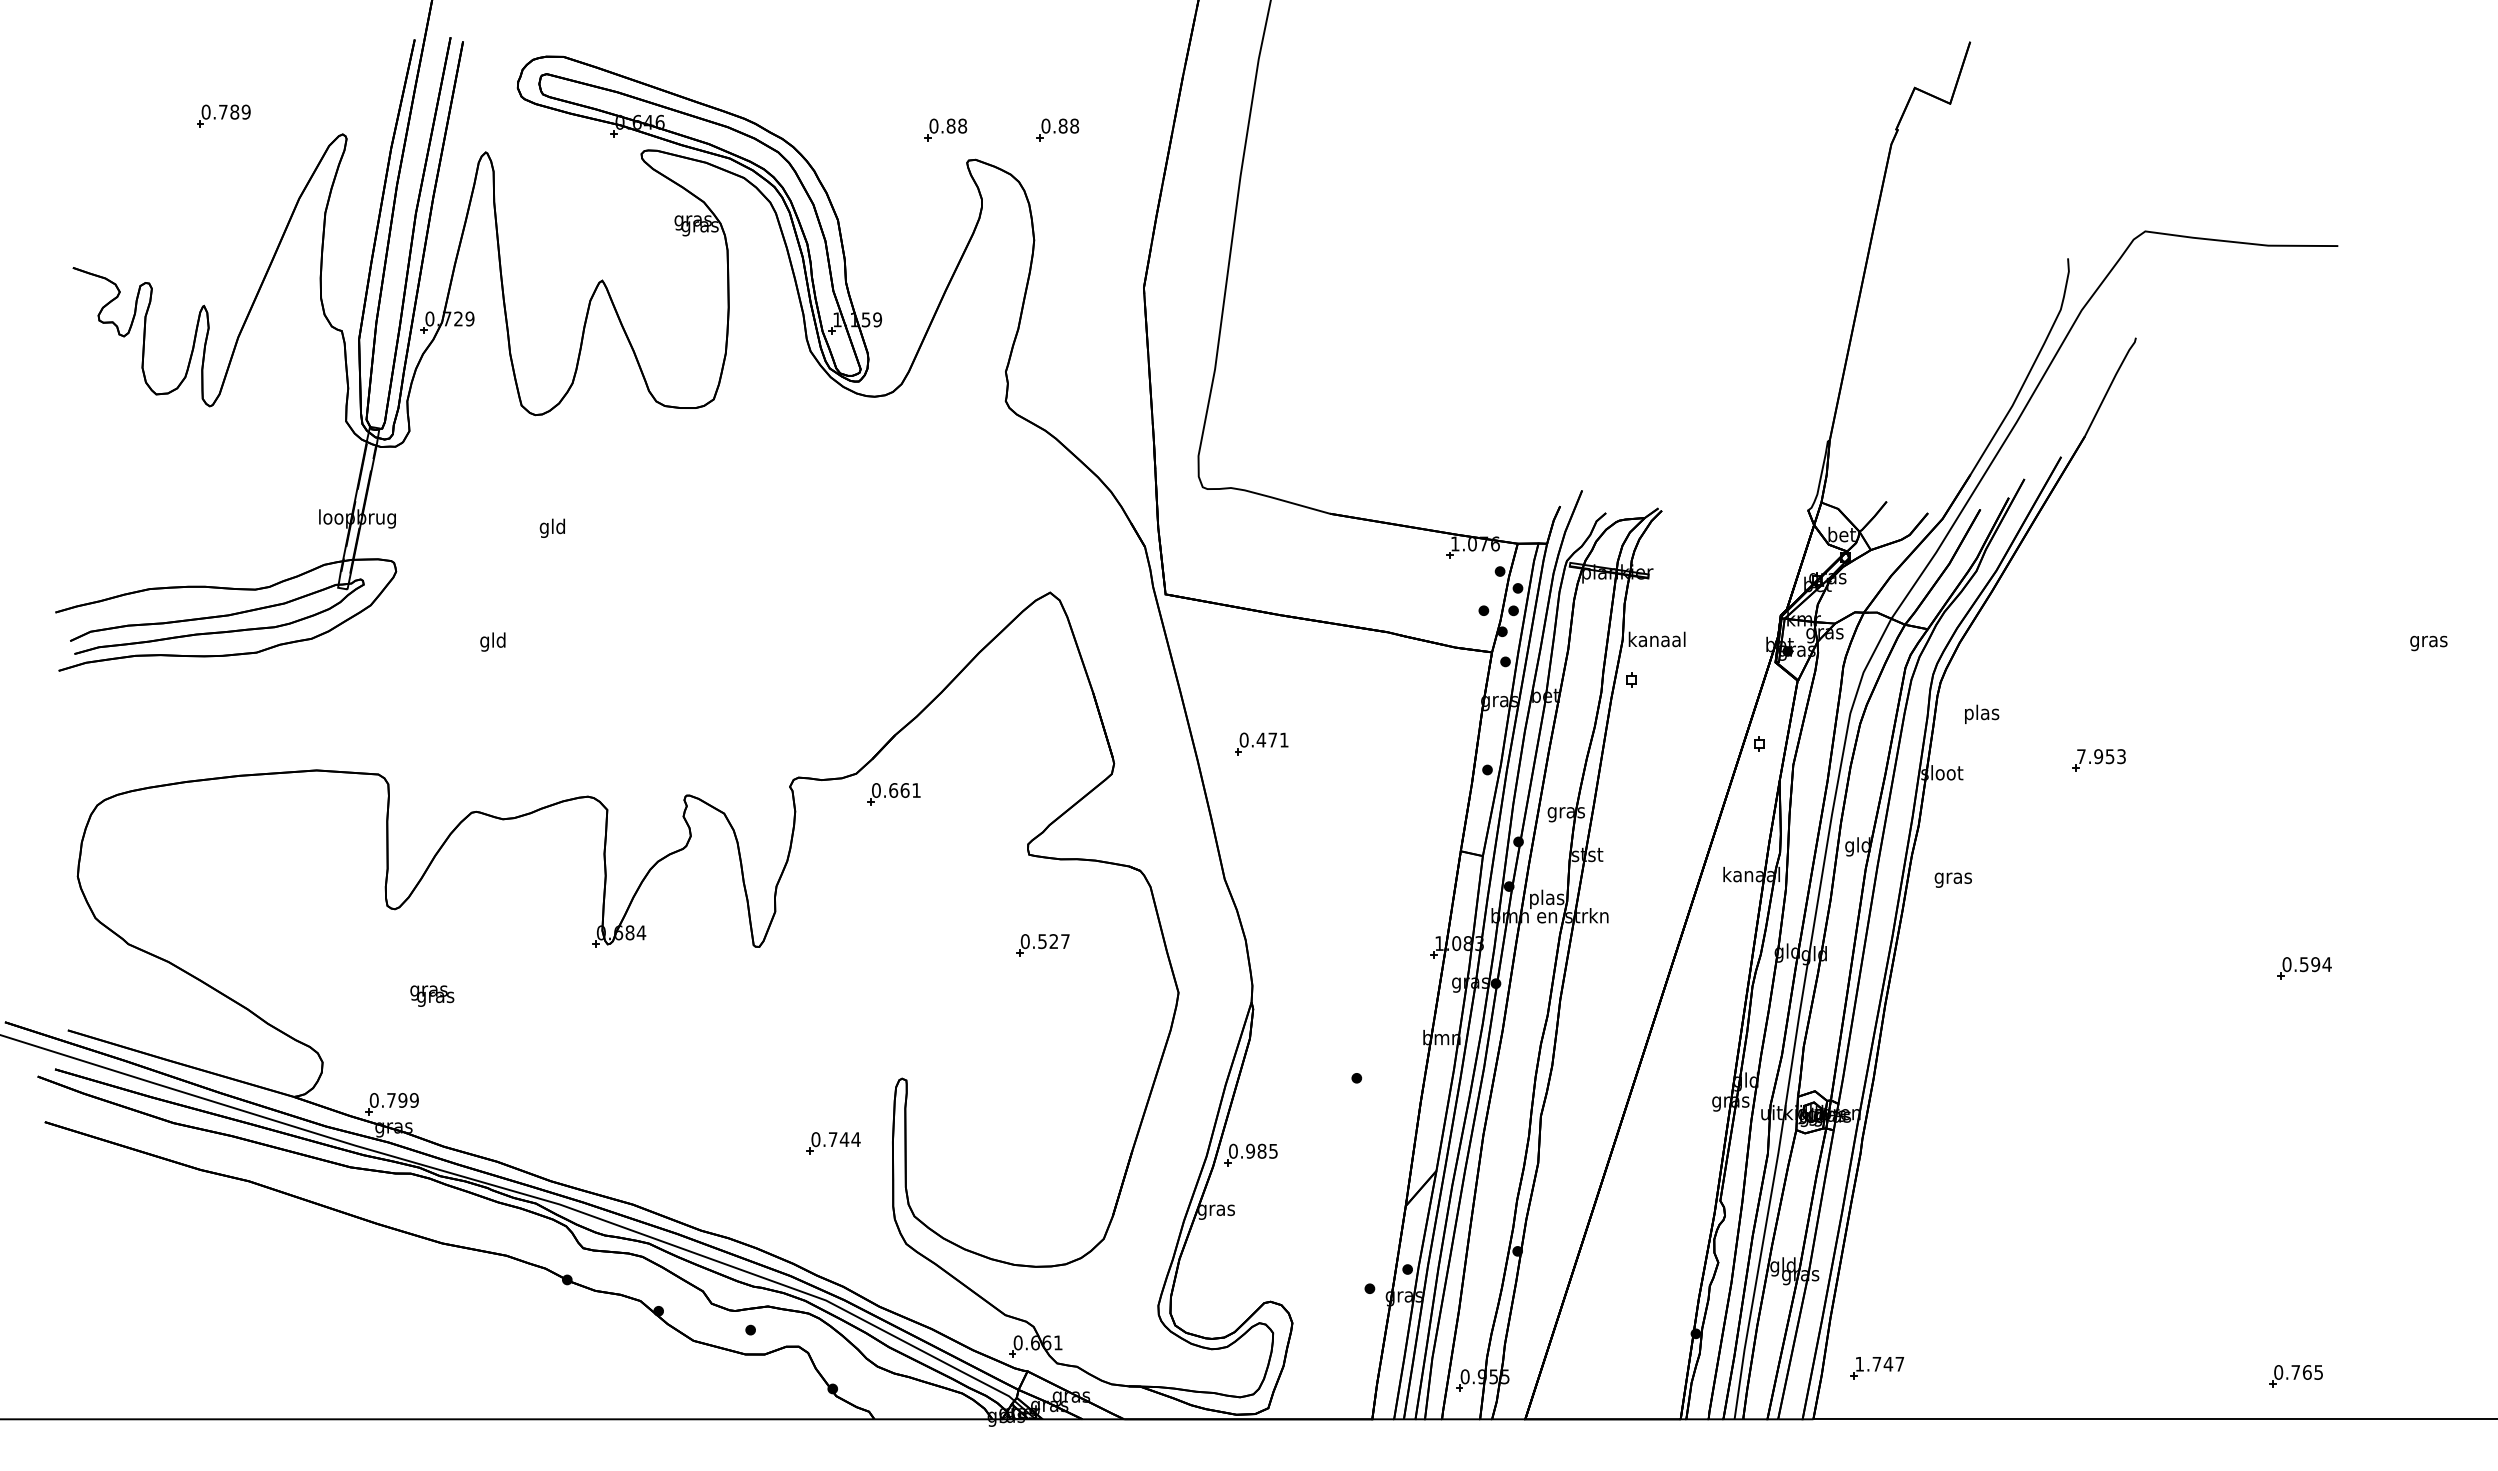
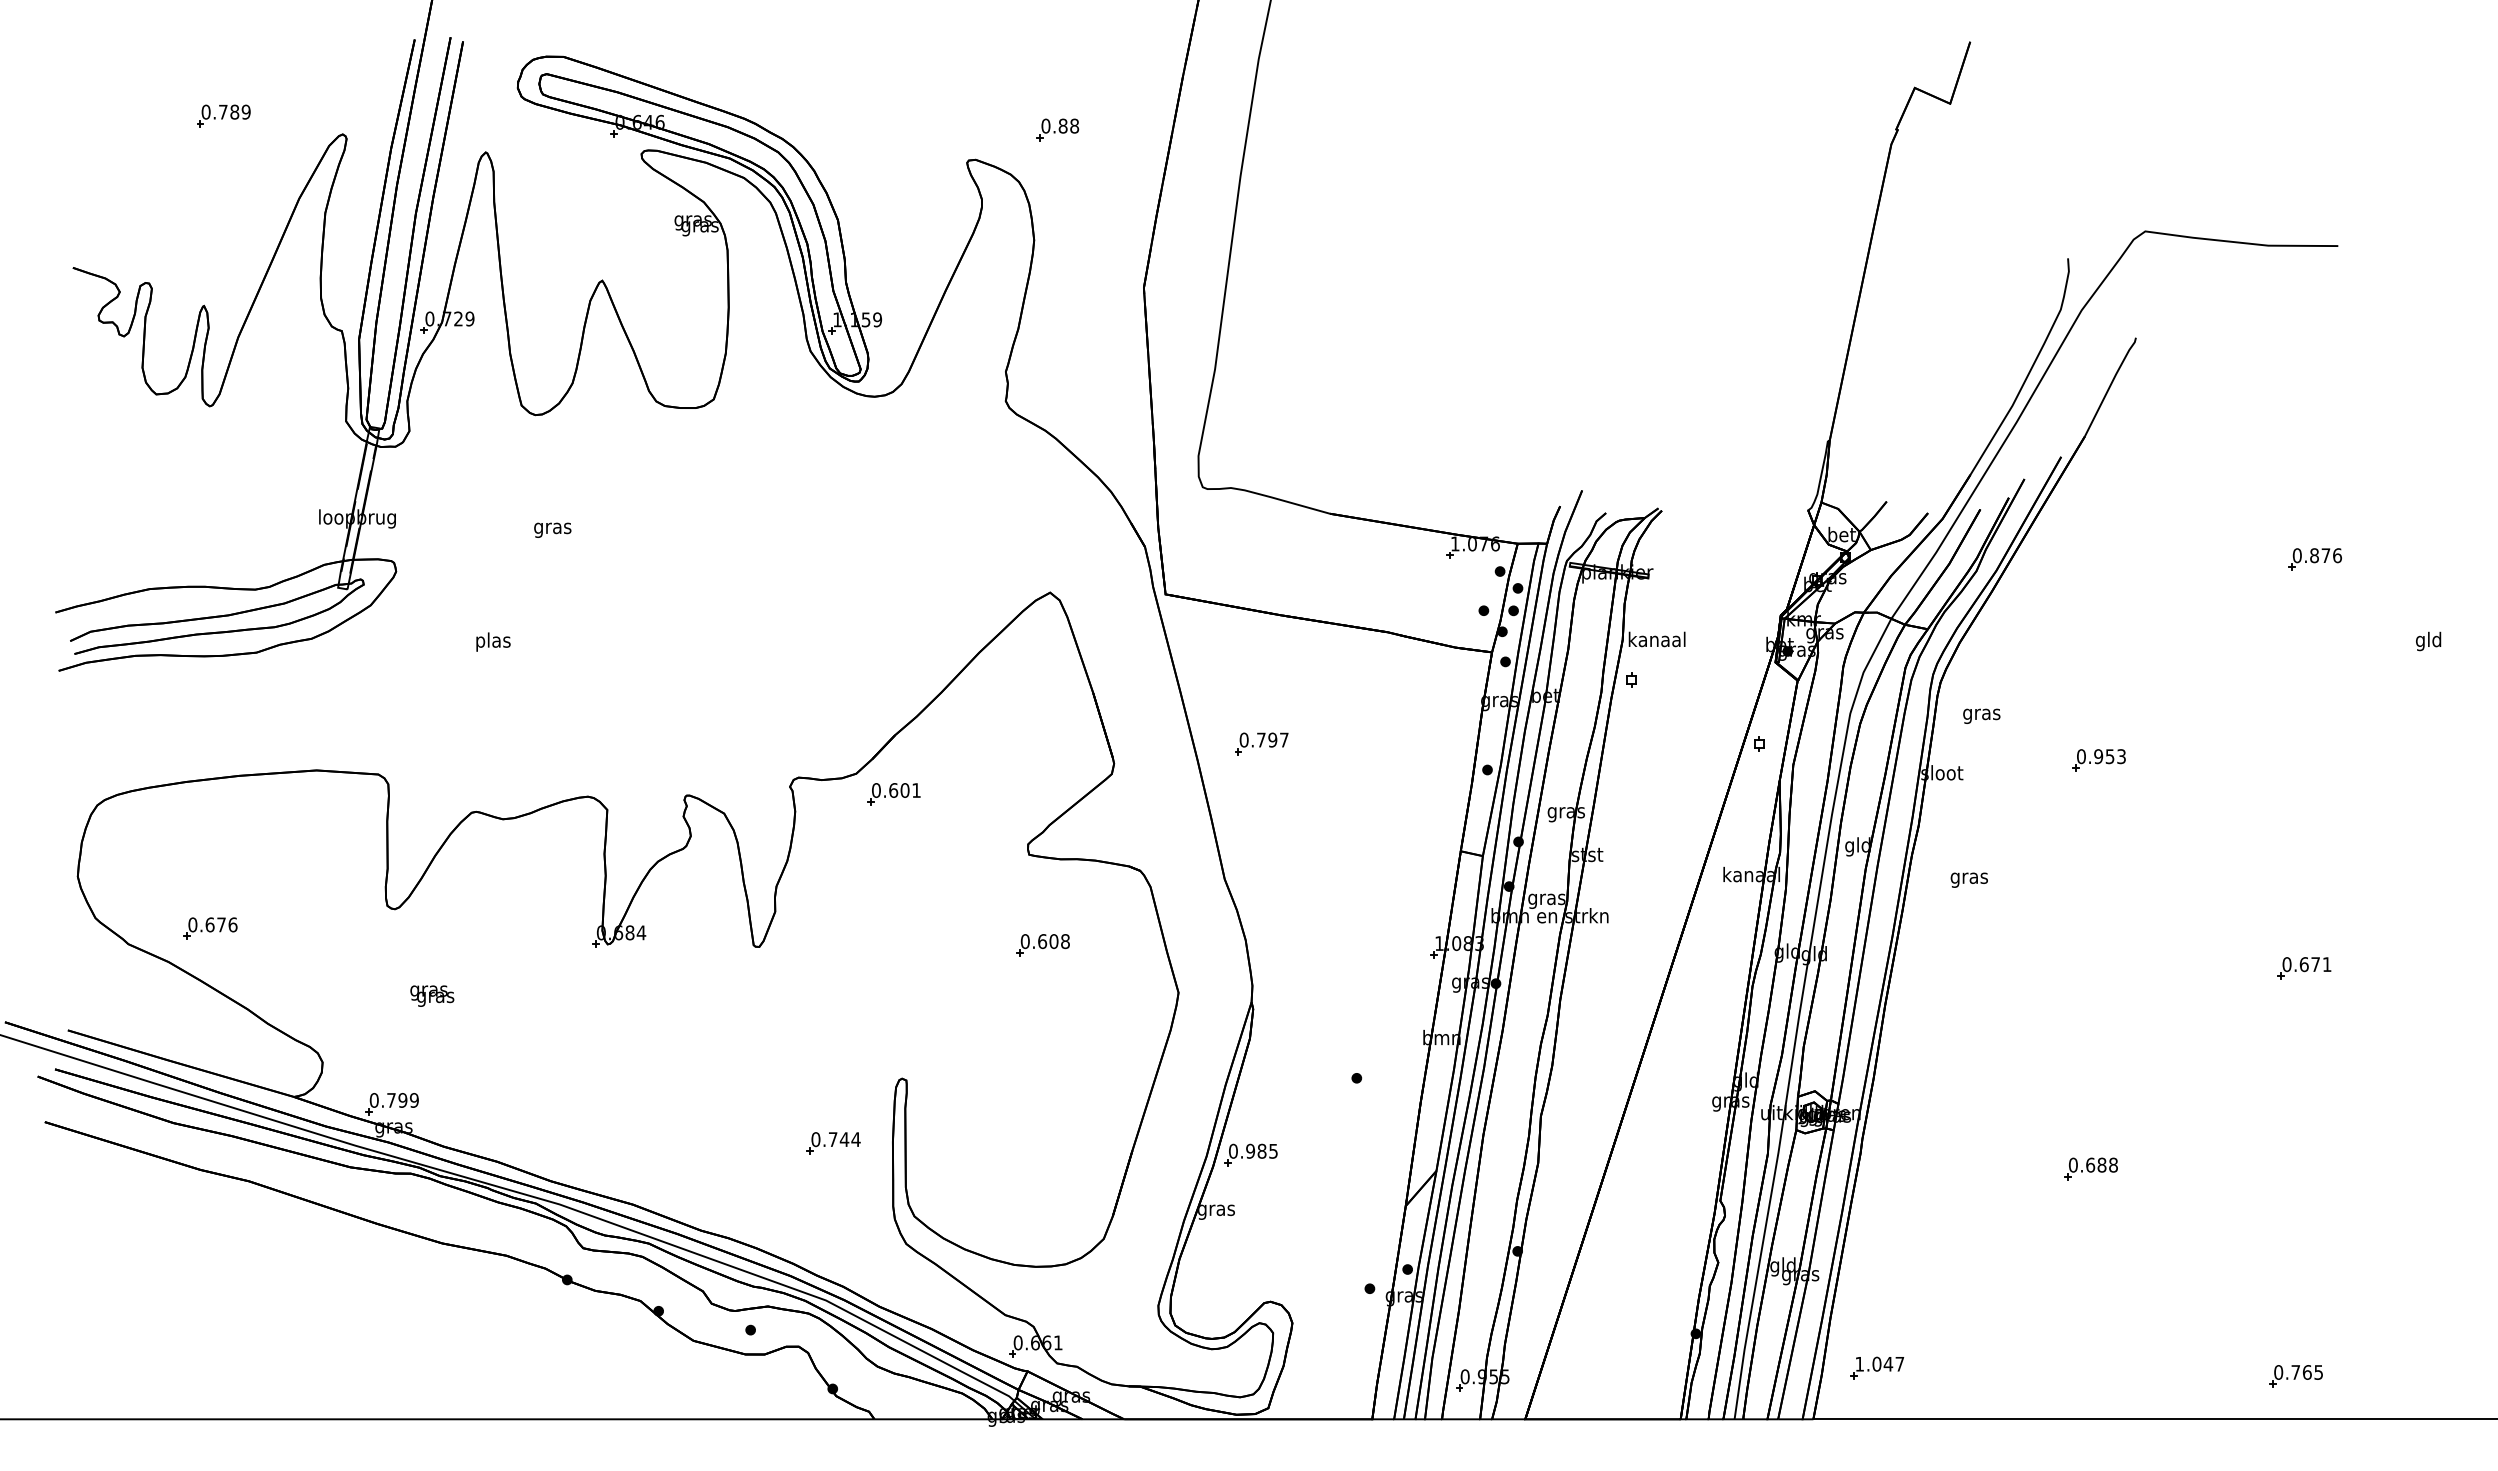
part at (945, 129): present -> none
text at (552, 527): gld -> gras
part at (2314, 559): none -> present
text at (493, 641): gld -> plas
text at (2428, 641): gras -> gld
text at (1981, 714): plas -> gras
text at (1272, 739): 0.471 -> 0.797
text at (2081, 756): 7.953 -> 0.953
text at (904, 790): 0.661 -> 0.601
text at (1952, 879) position: (1952, 879) -> (1968, 879)
text at (1546, 898): plas -> gras
part at (210, 928): none -> present
text at (1053, 941): 0.527 -> 0.608
text at (2315, 964): 0.594 -> 0.671
part at (2090, 1168): none -> present
text at (1876, 1363): 1.747 -> 1.047
